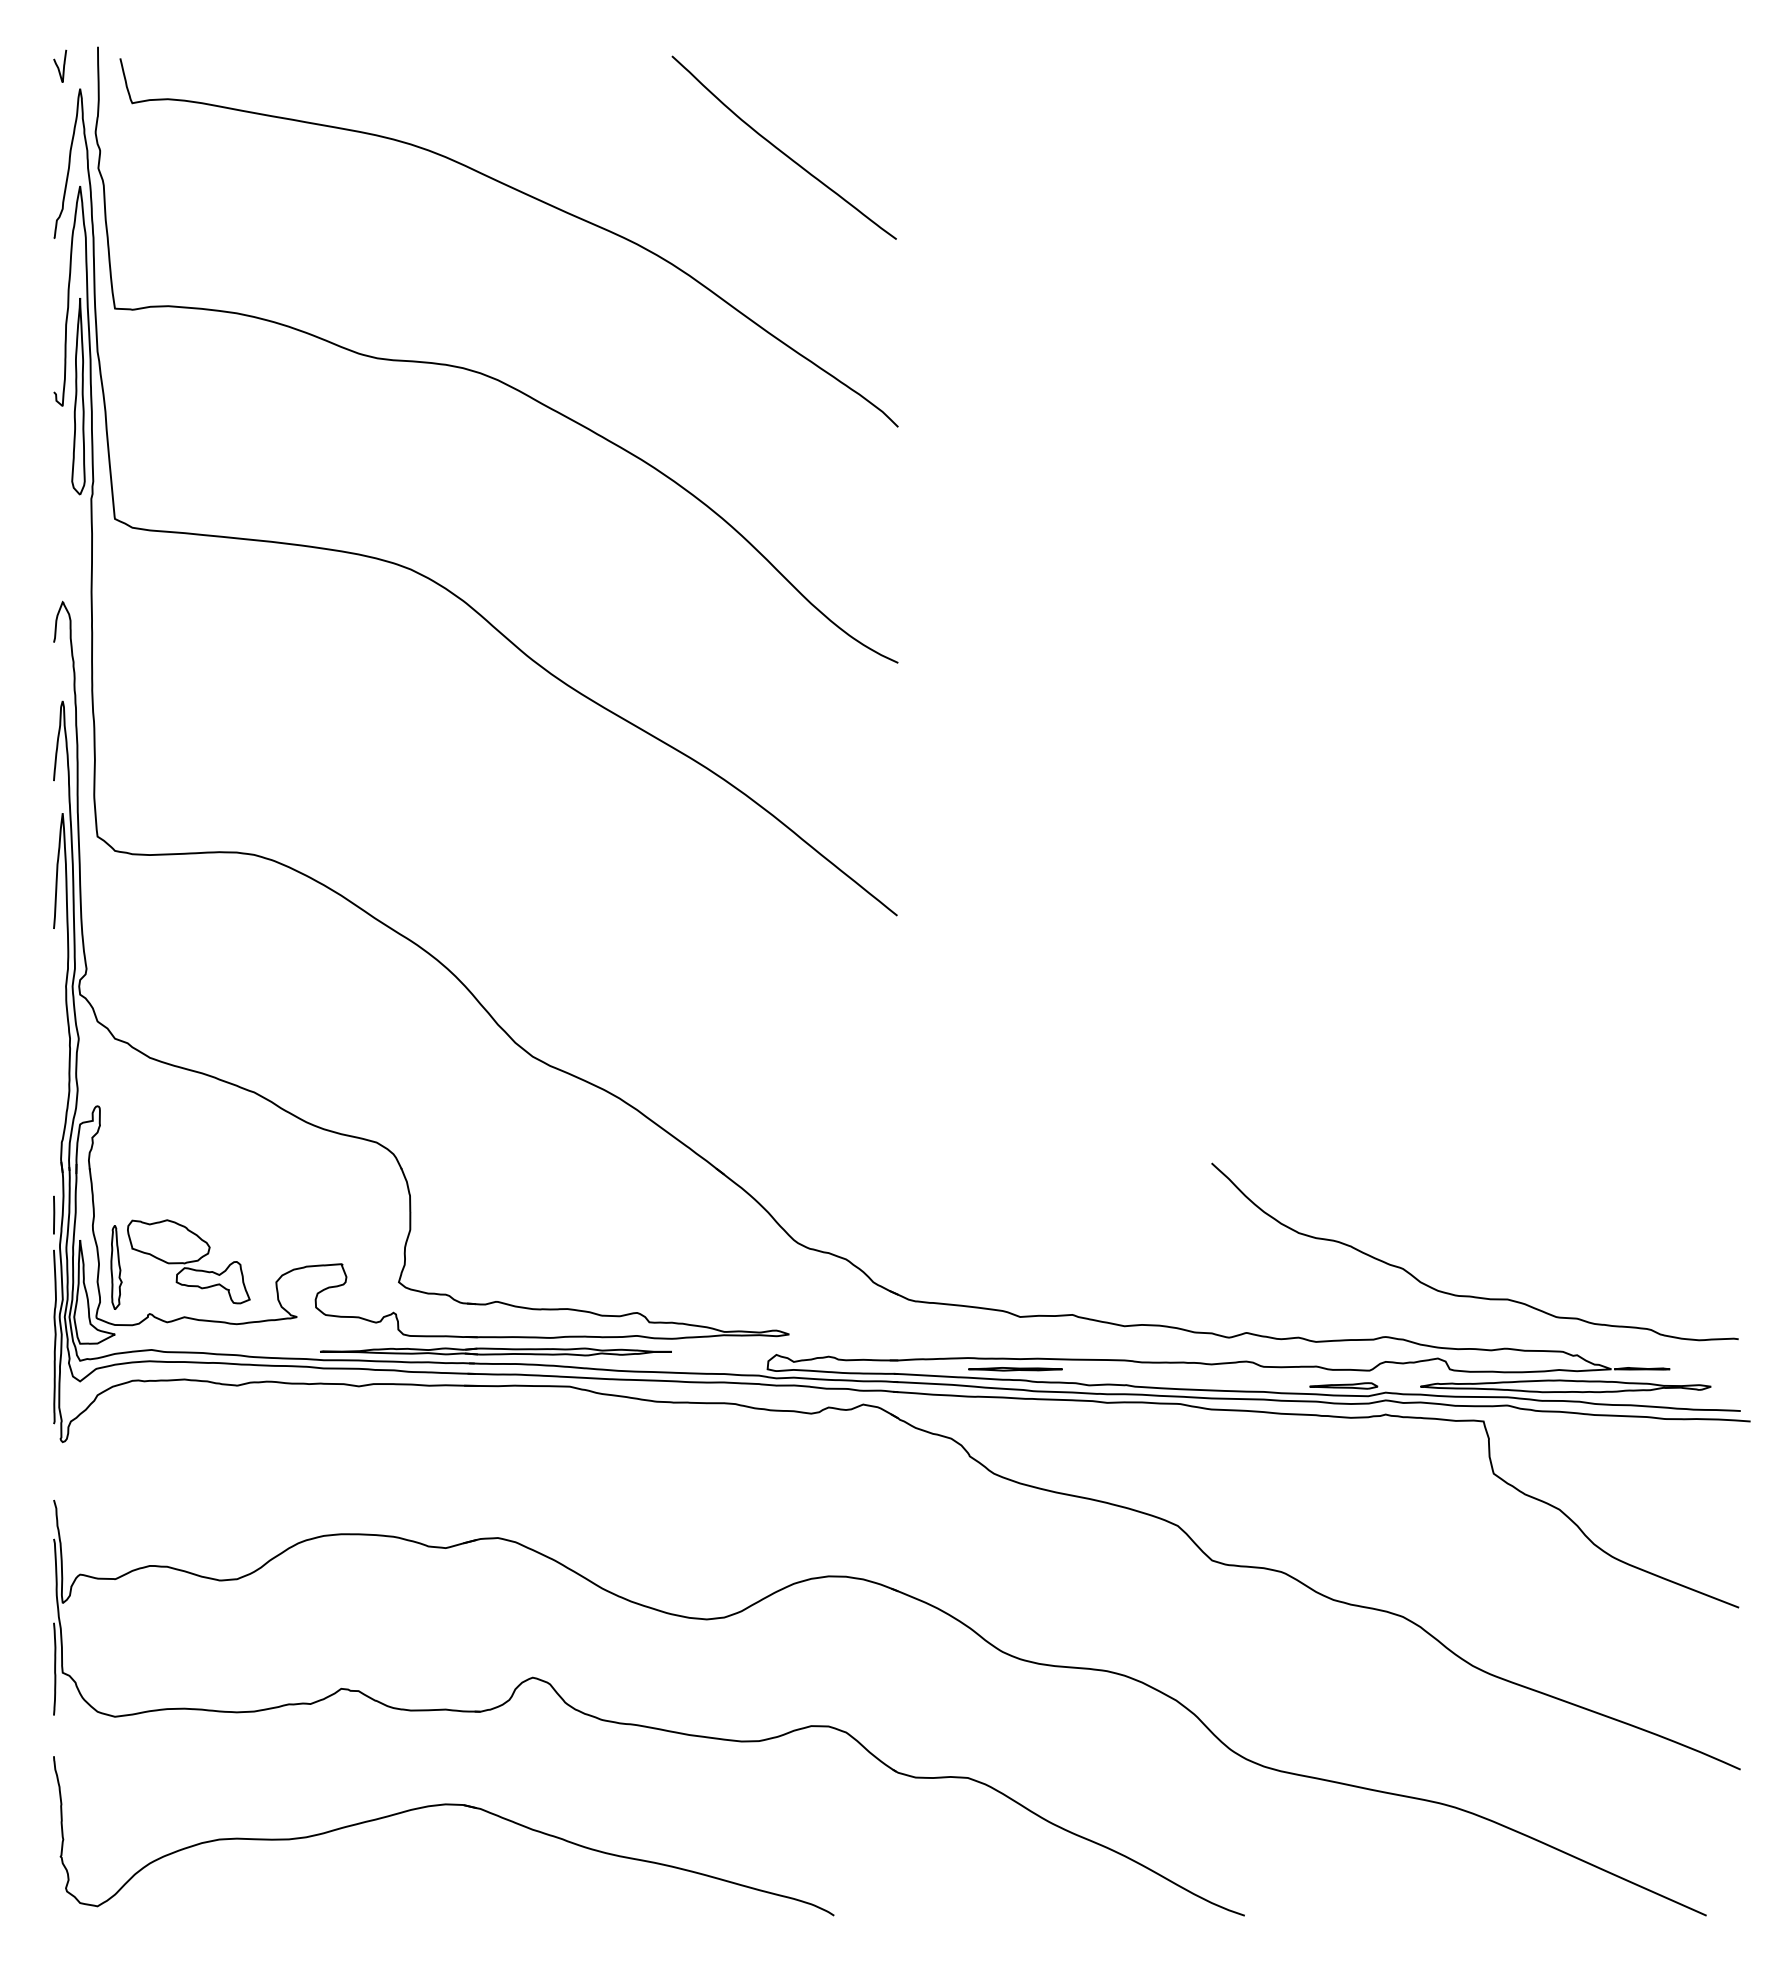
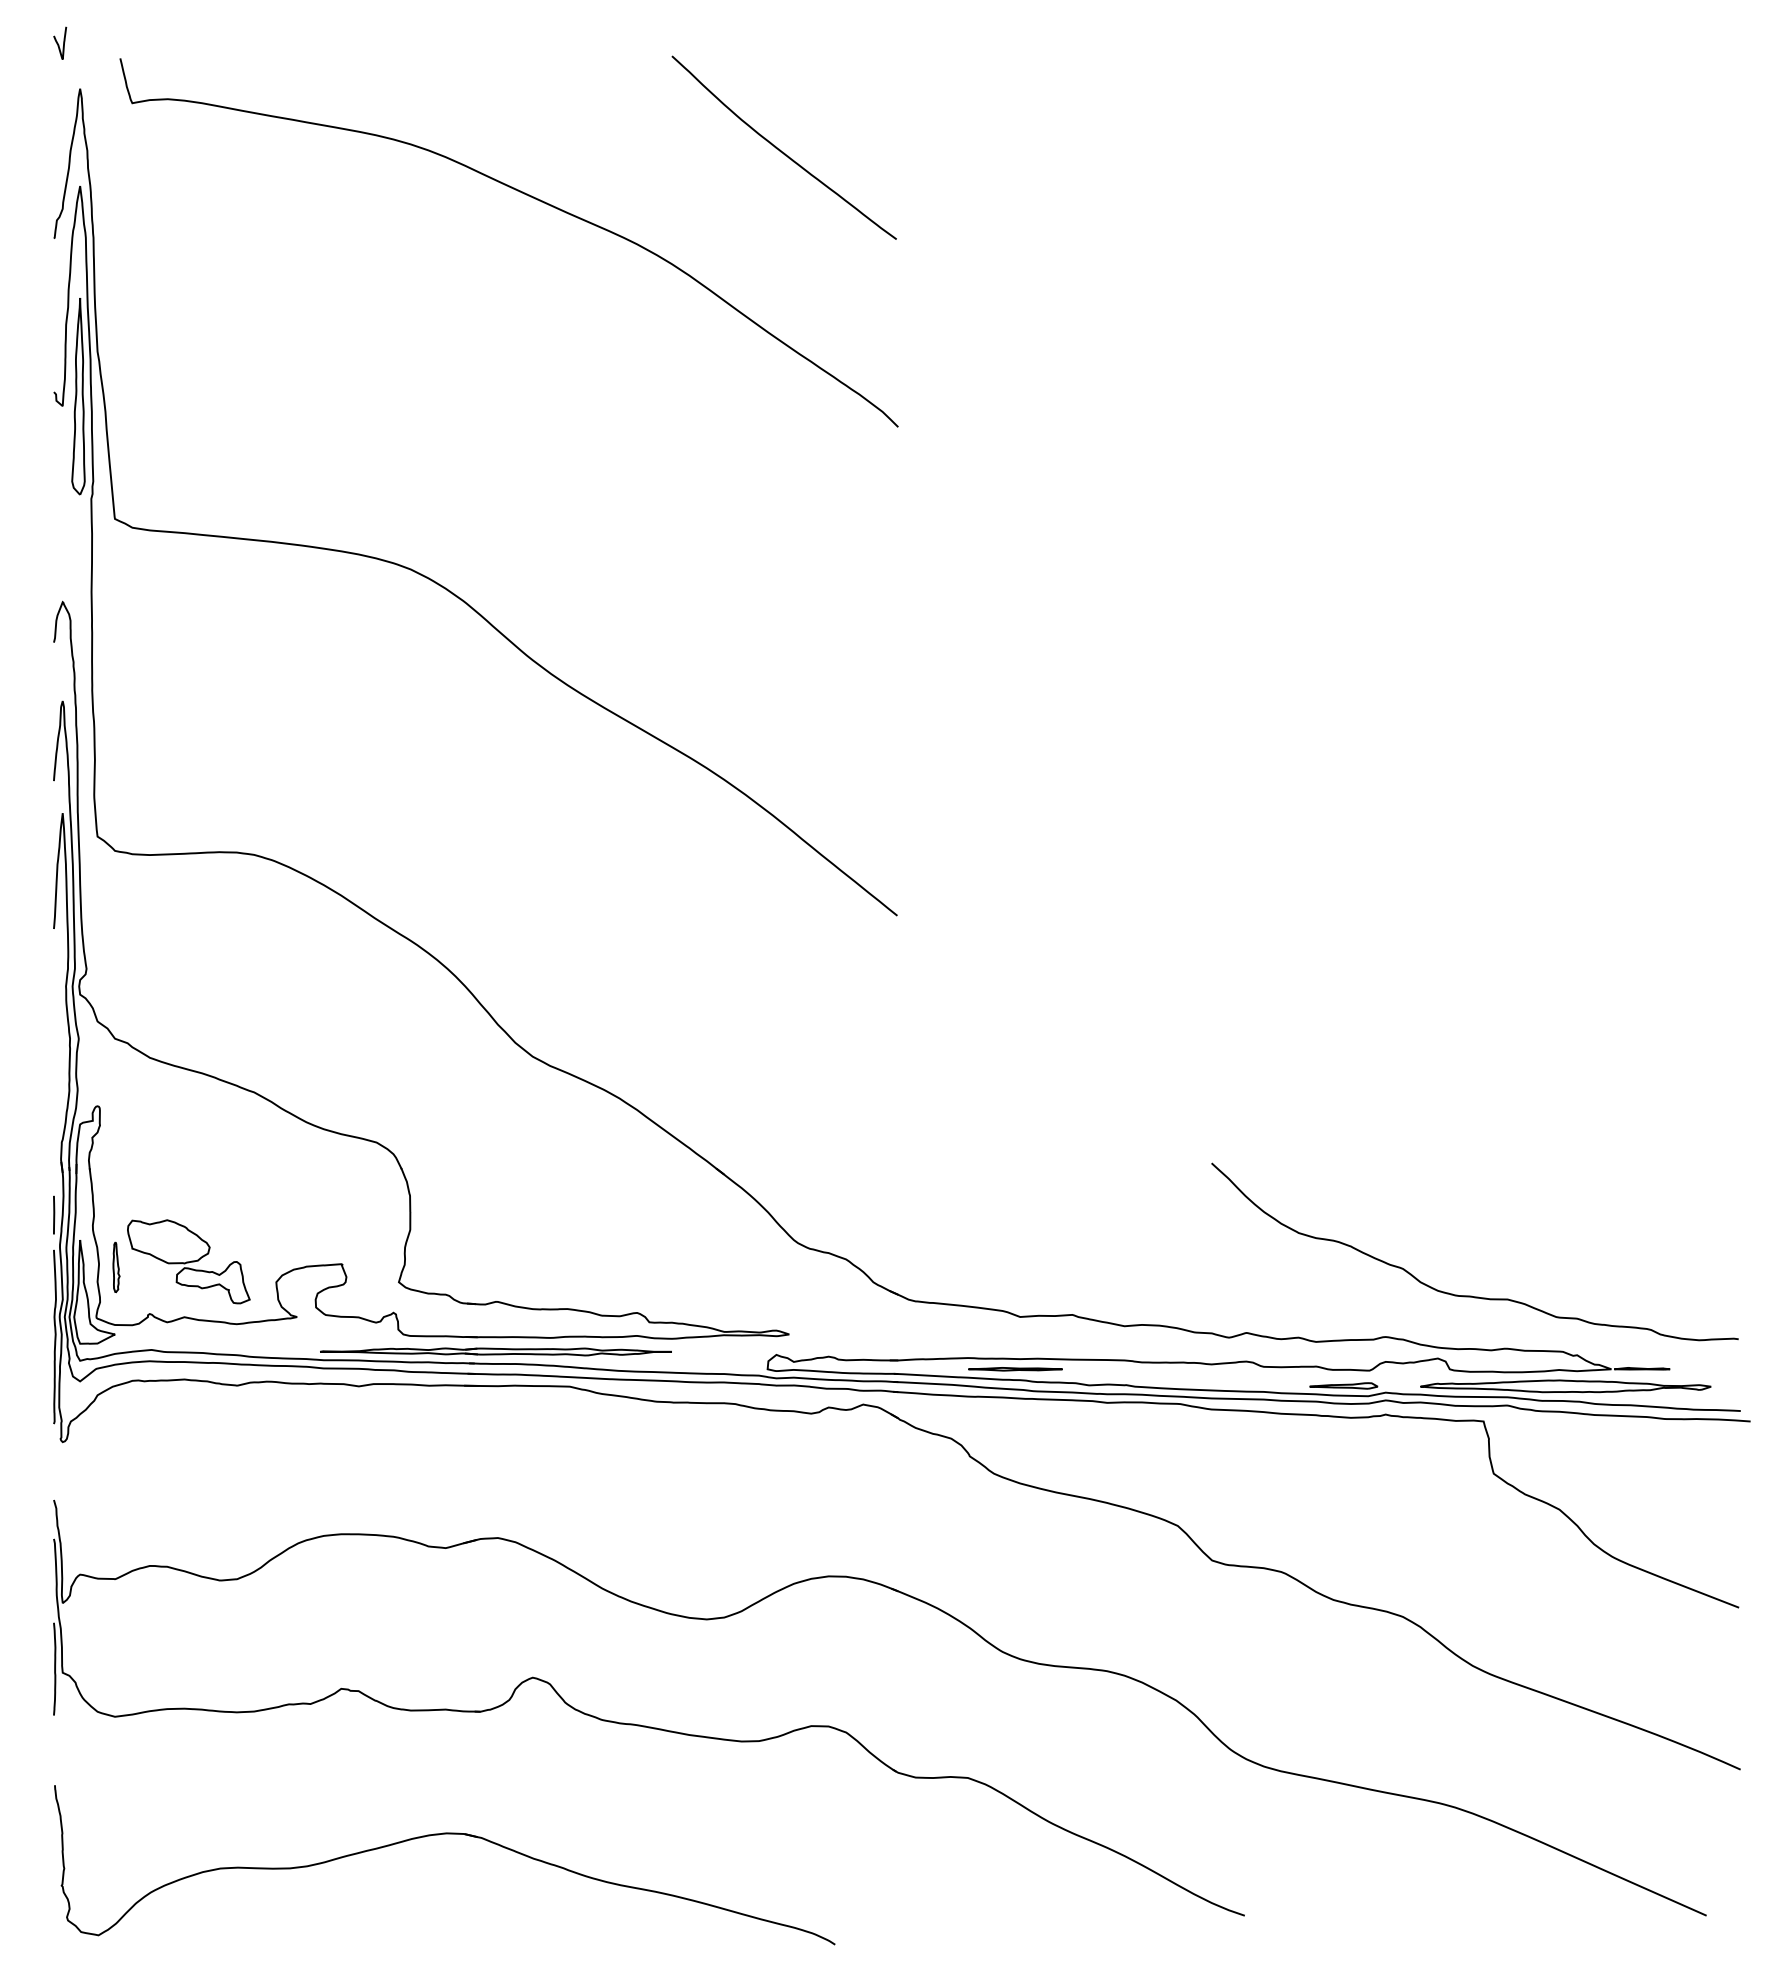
curve at (58, 66) position: (58, 66) -> (58, 43)
curve at (489, 375): present -> none
part at (116, 1267) size: 13x85 px -> 9x53 px
part at (438, 1806) position: (438, 1806) -> (439, 1835)
